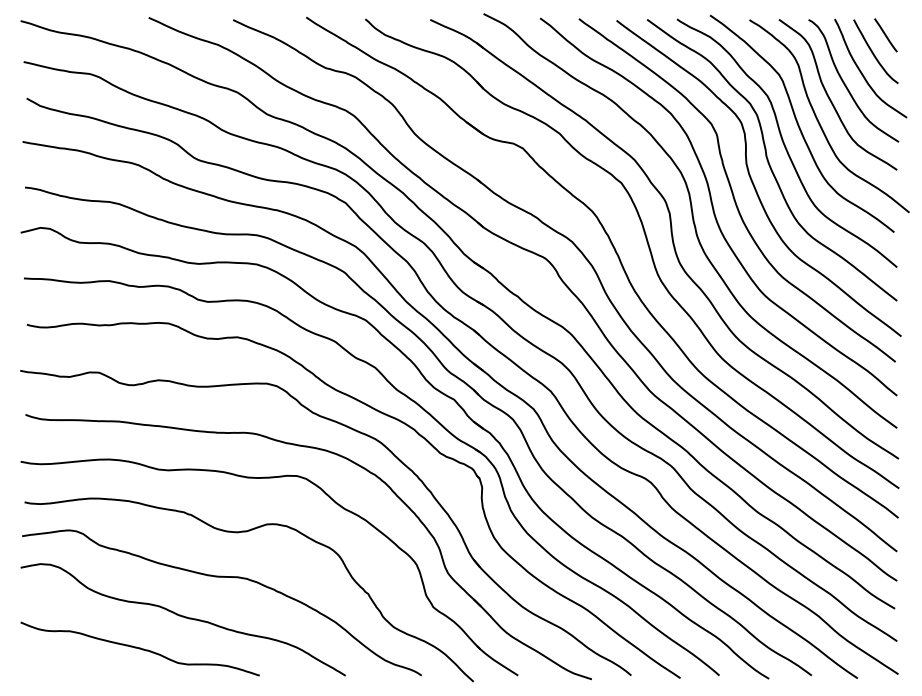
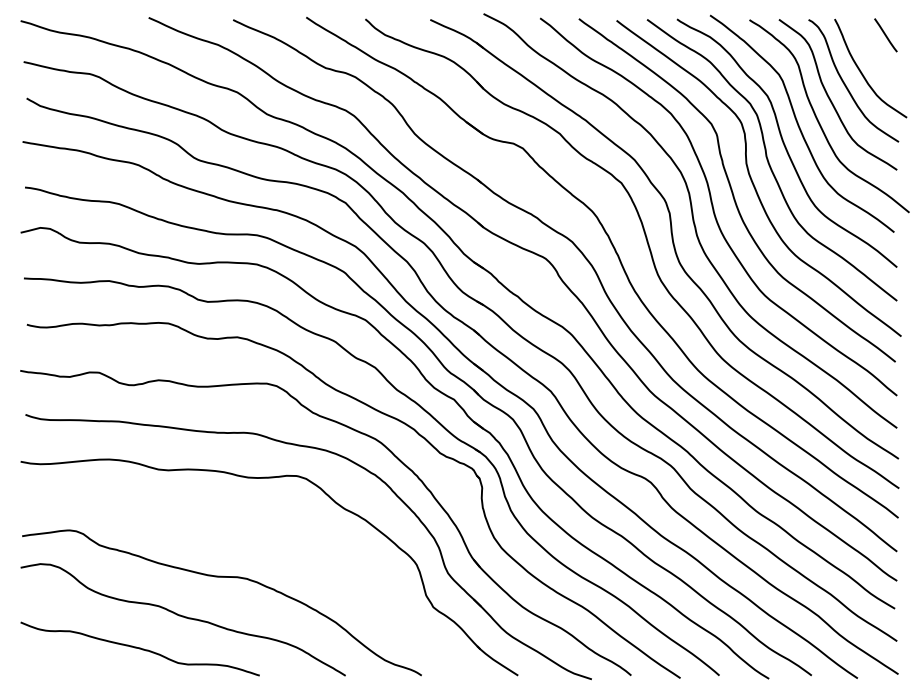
curve at (873, 52): present -> none
curve at (238, 533): present -> none
